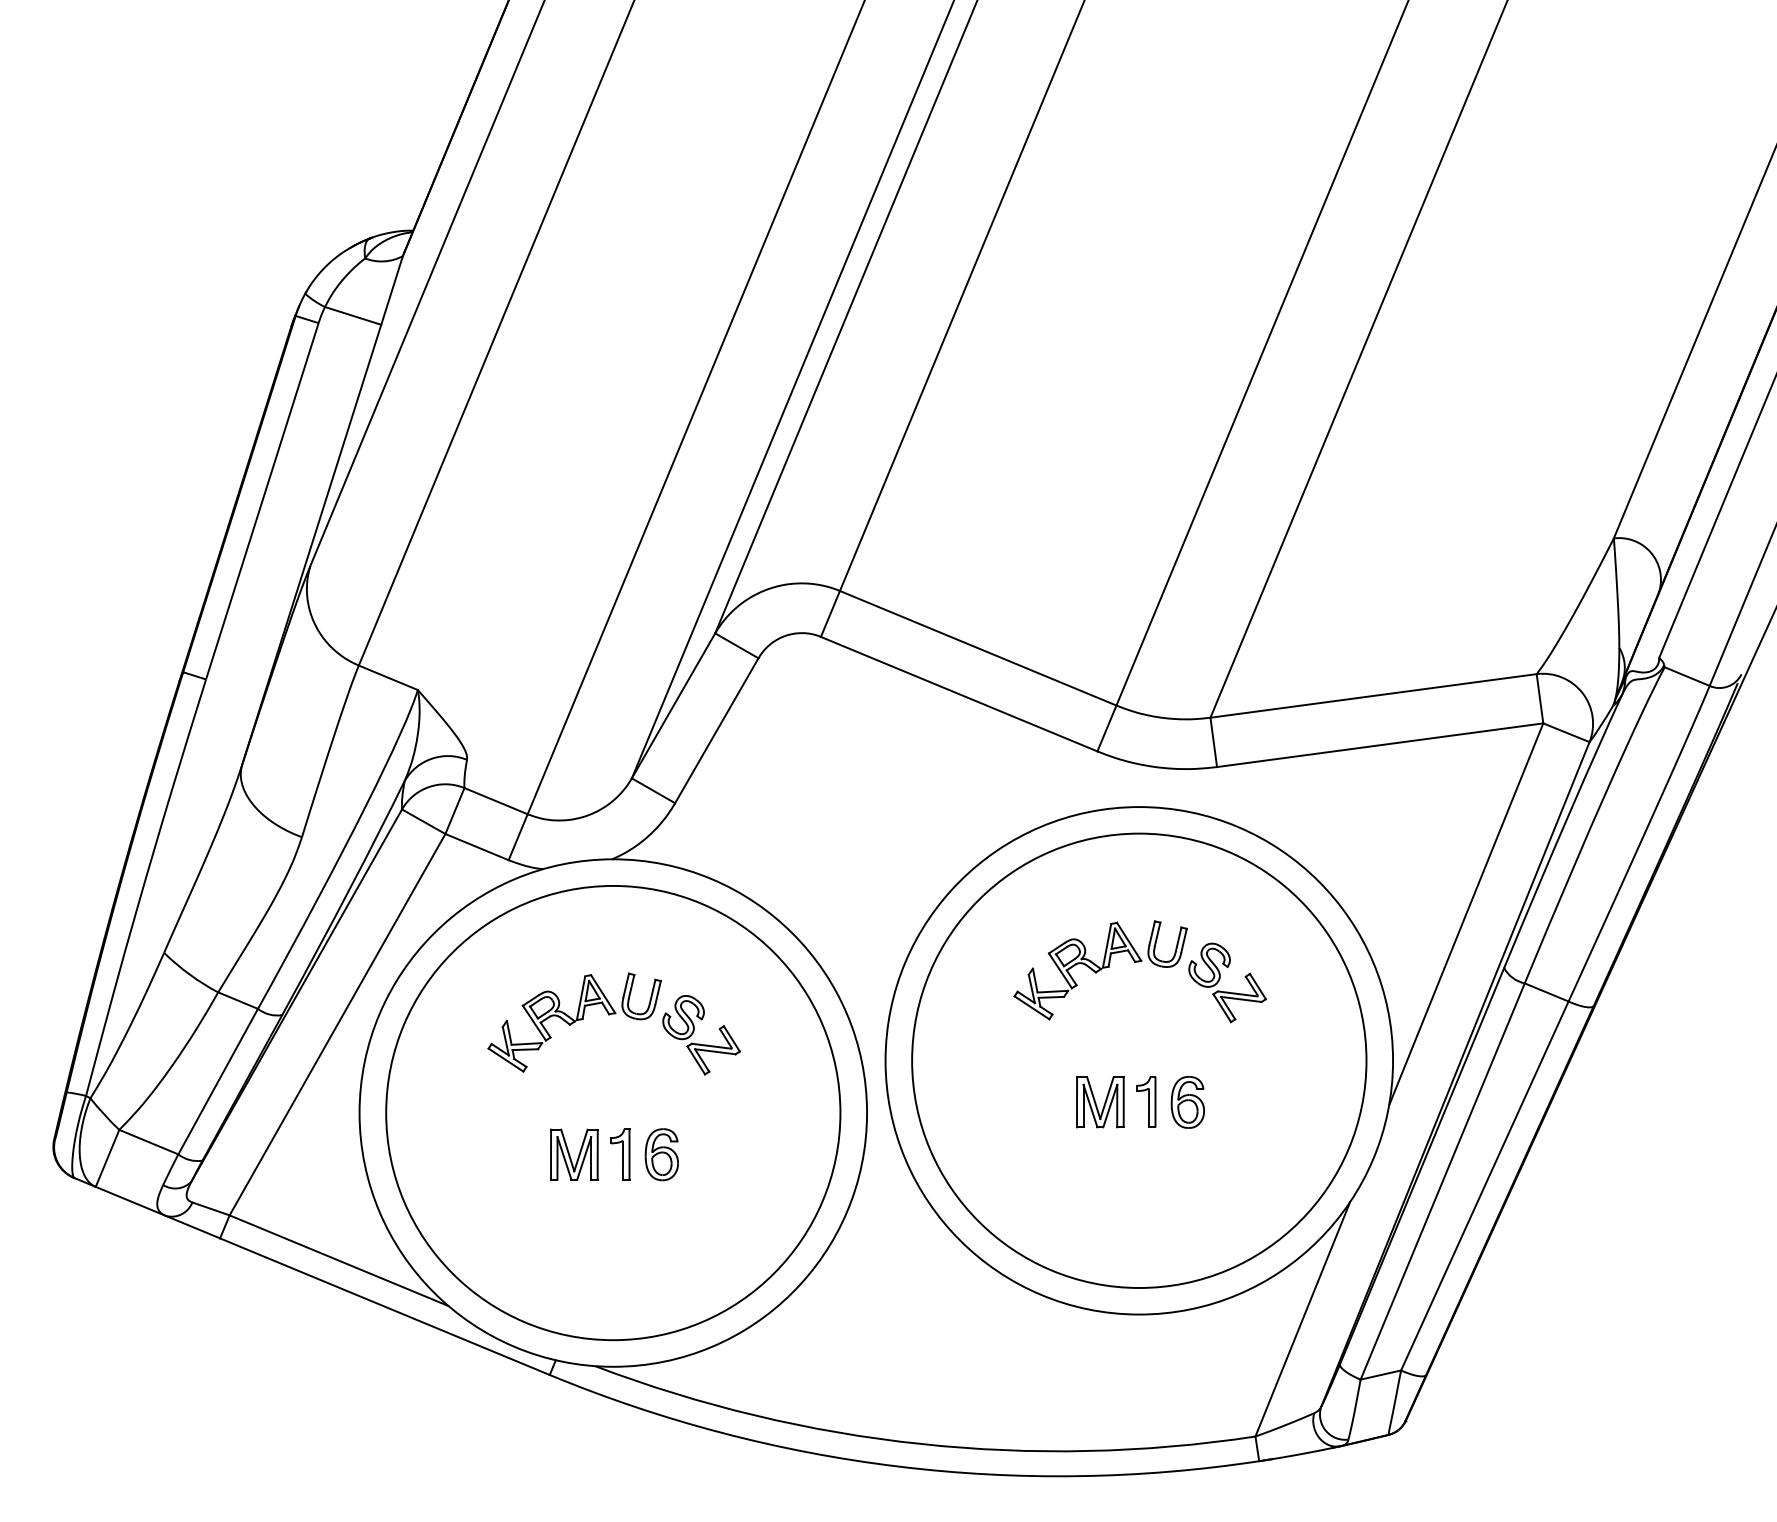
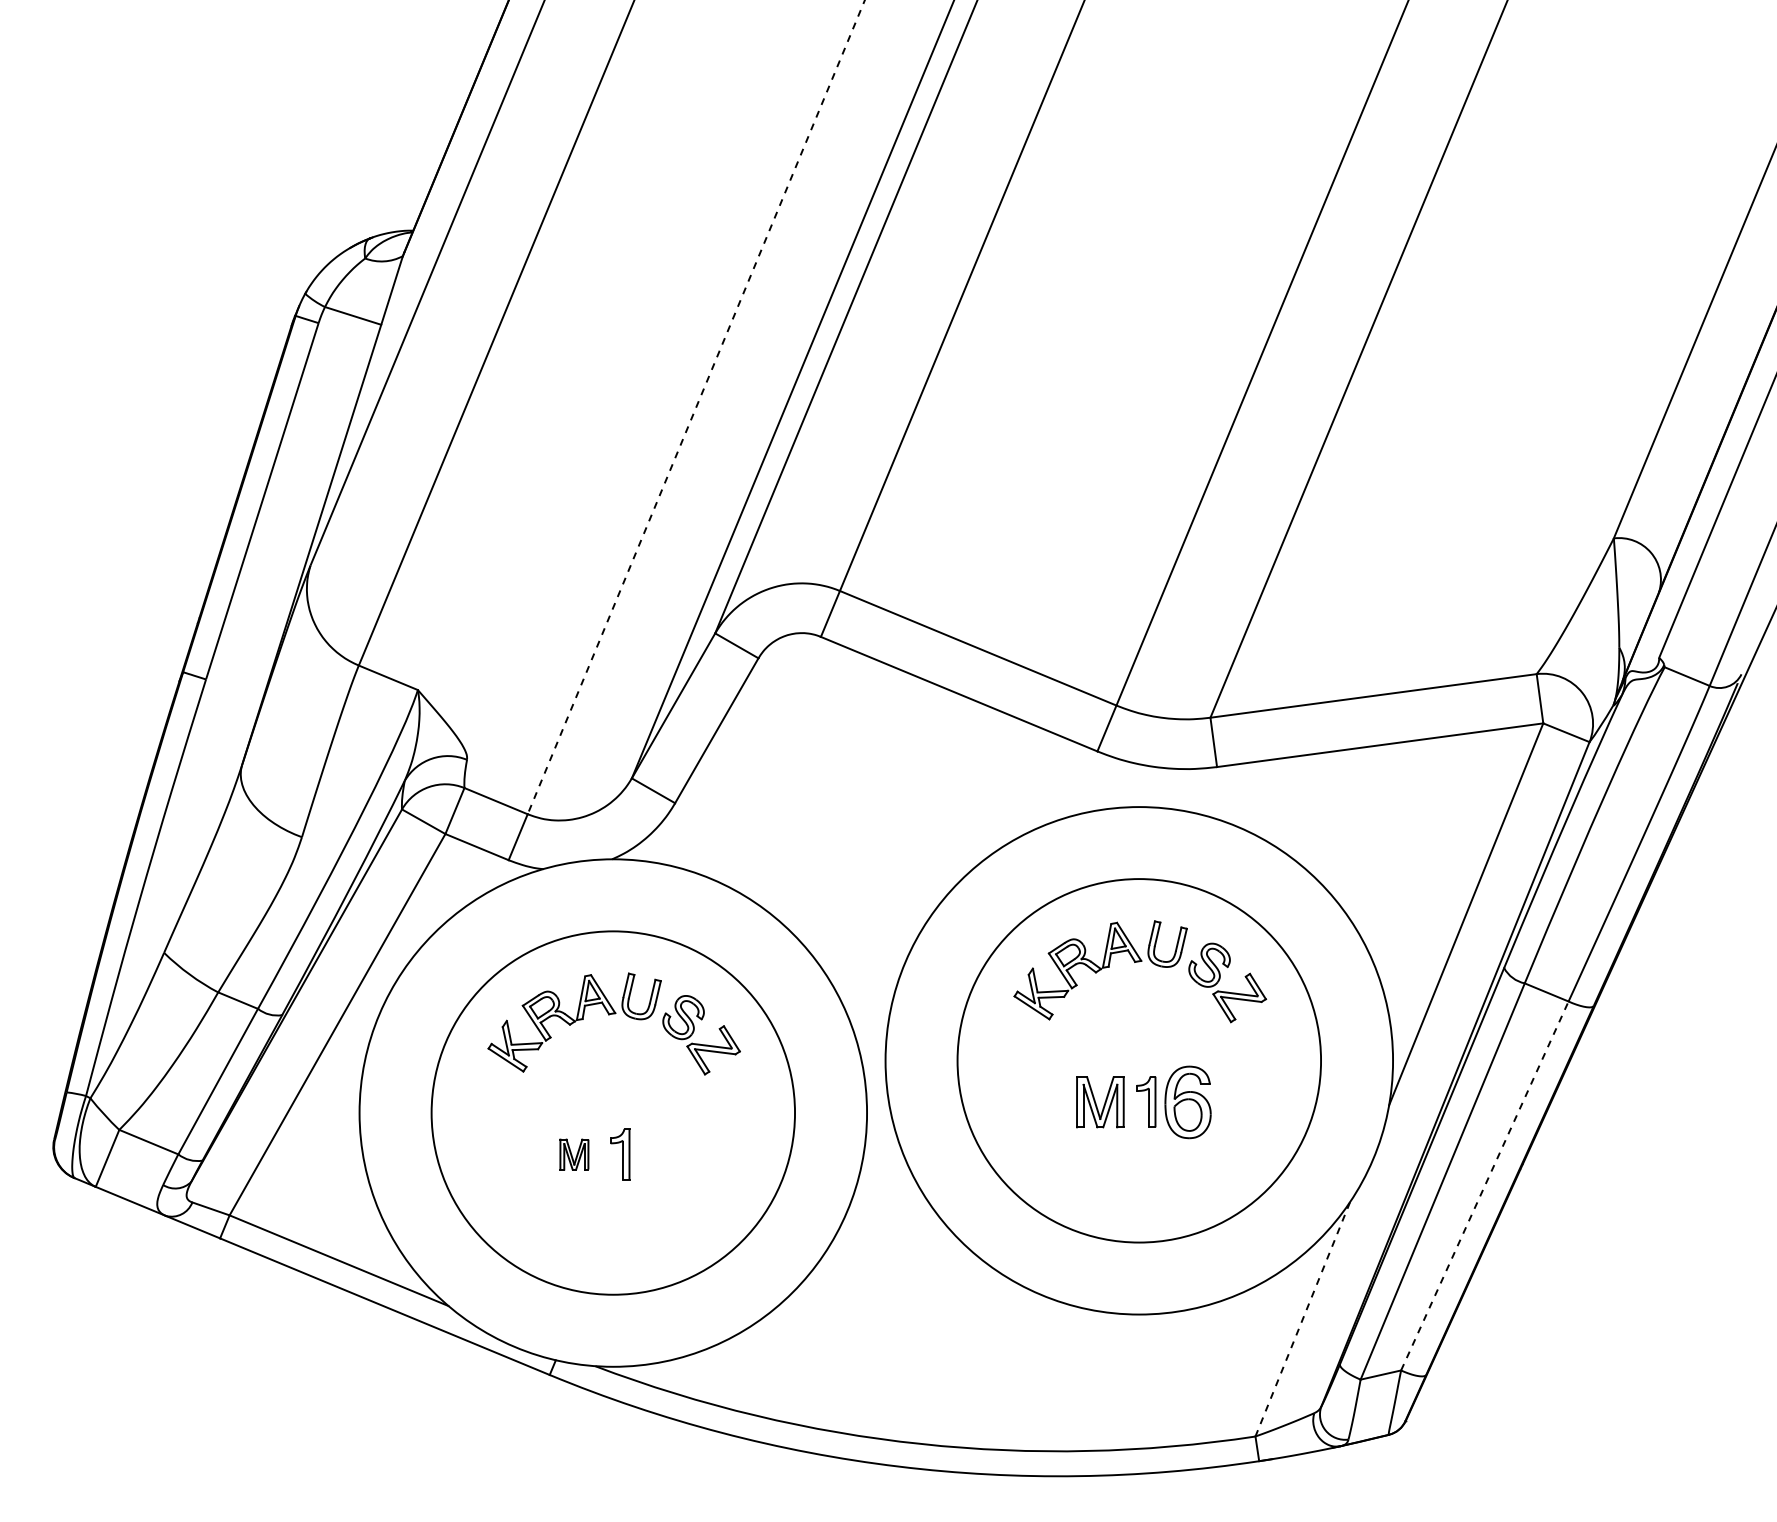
line at (696, 407): solid -> dashed
circle at (1139, 1060) diameter: 454 px -> 363 px
part at (1187, 1102) size: 35x53 px -> 48x75 px
circle at (613, 1112) diameter: 454 px -> 363 px
part at (574, 1154) size: 49x53 px -> 31x33 px
part at (661, 1154): present -> none
line at (1484, 1185): solid -> dashed
line at (1302, 1319): solid -> dashed
